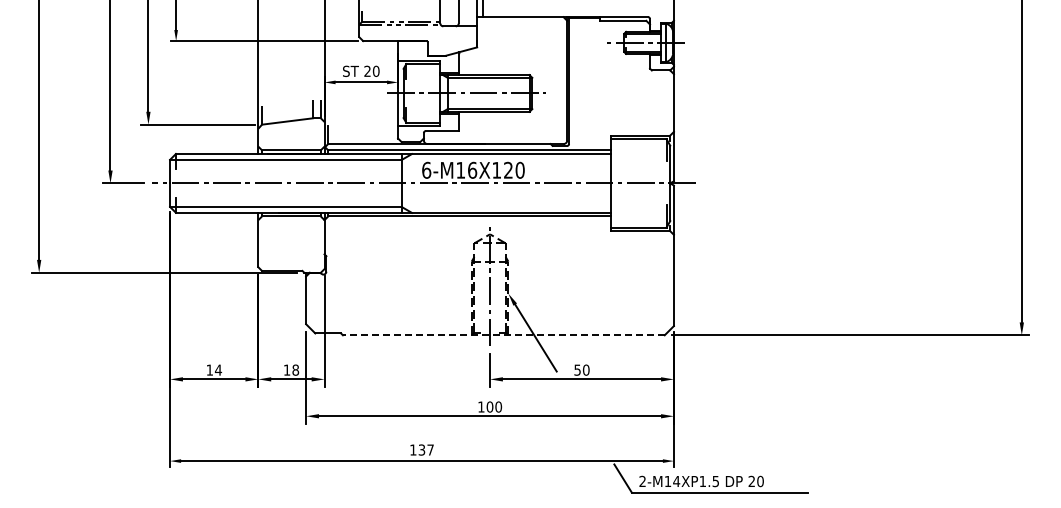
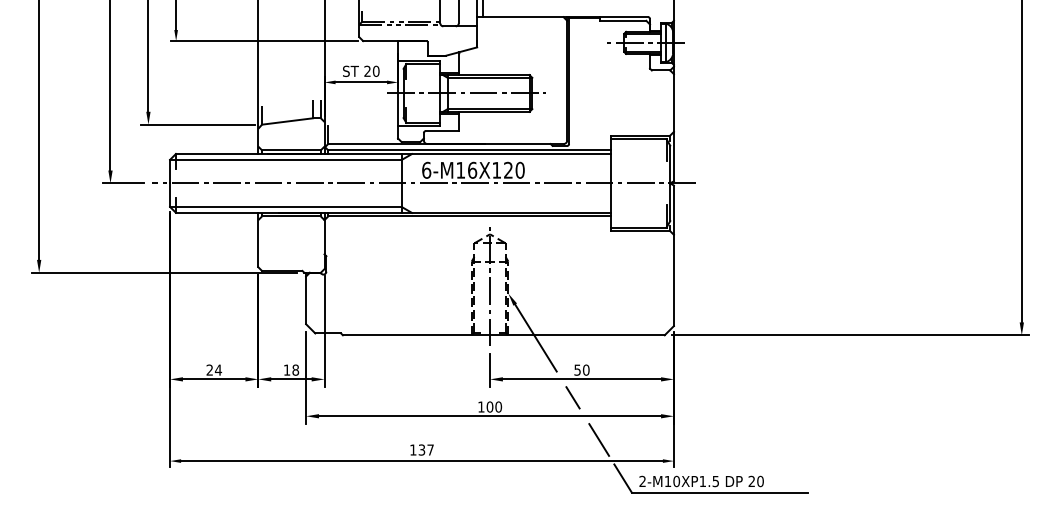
line at (503, 335): dashed -> solid
text at (209, 369): 14 -> 24
line at (572, 397): none -> present
line at (599, 439): none -> present
text at (676, 481): 2-M14XP1.5 -> 2-M10XP1.5
